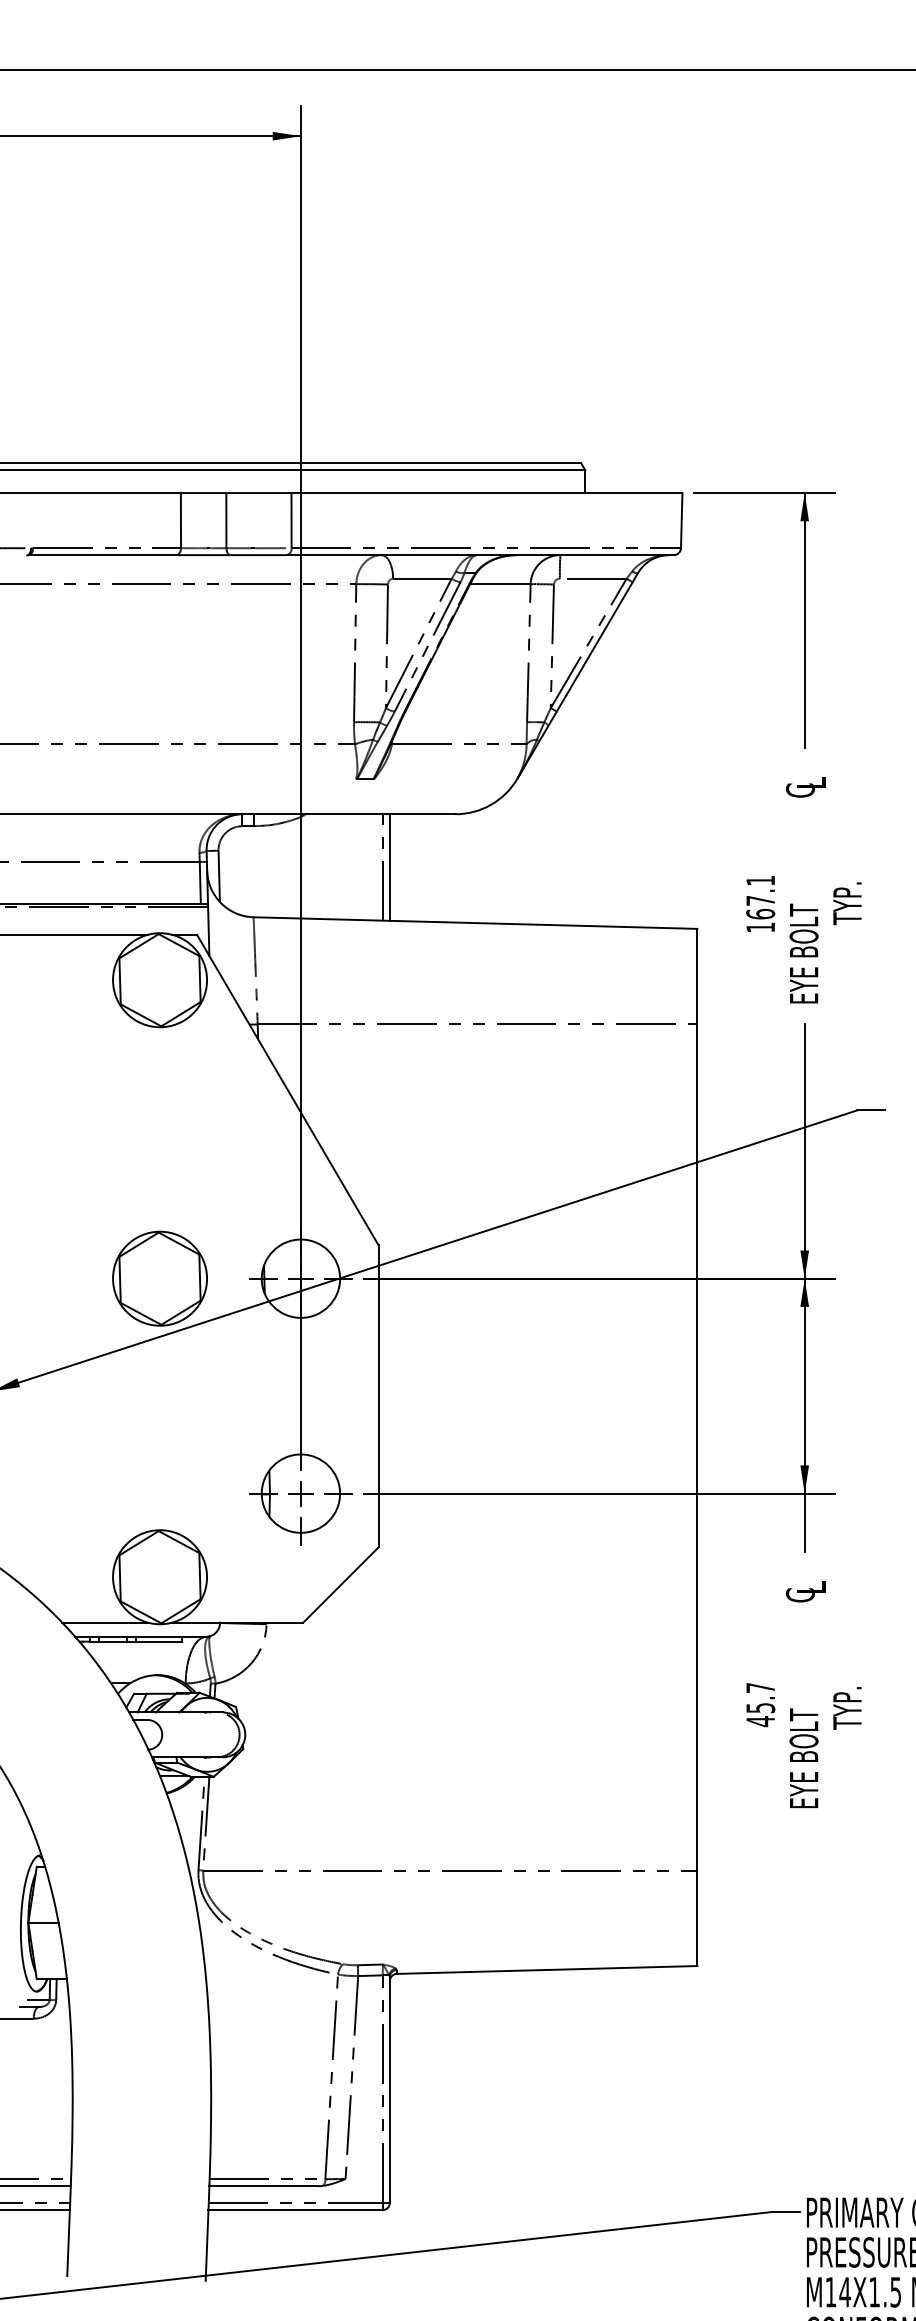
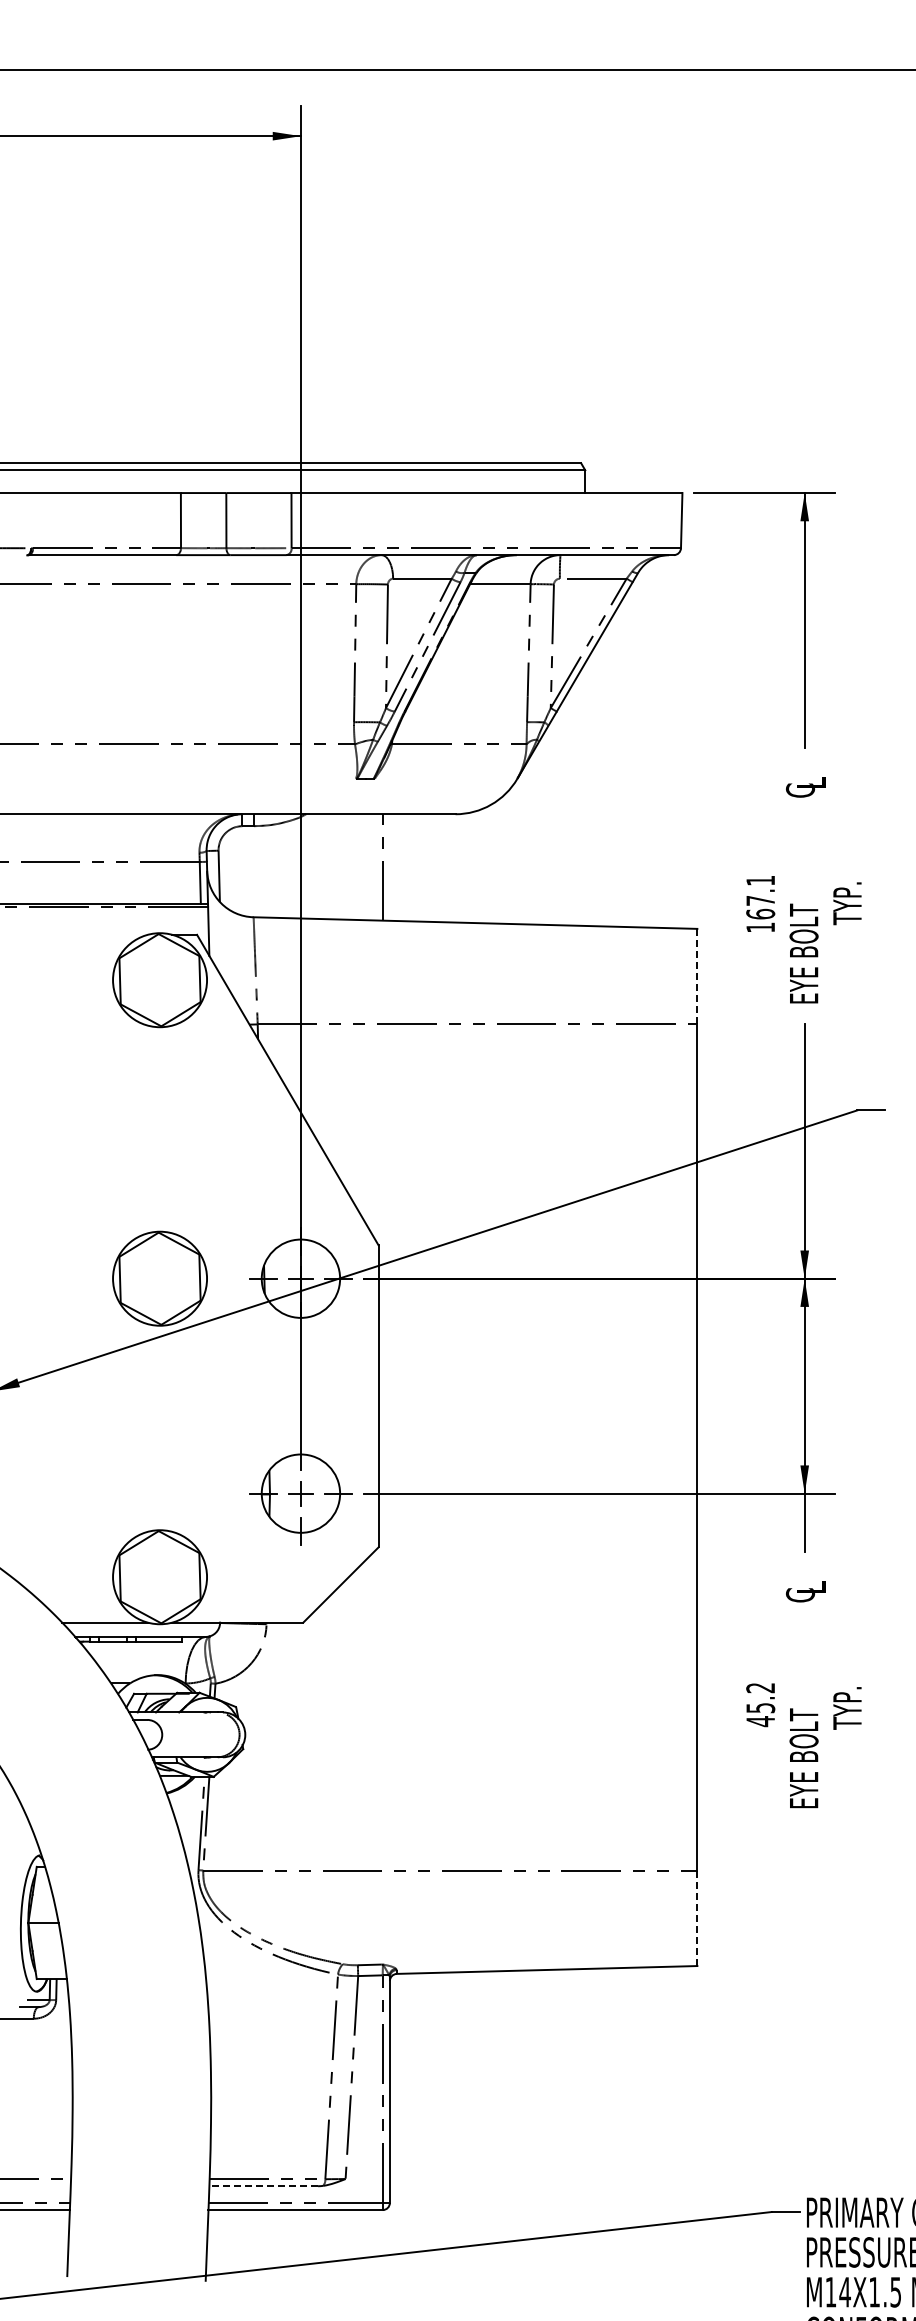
line at (389, 867): present -> none
line at (74, 934): present -> none
line at (697, 976): solid -> dashed
text at (760, 1688): 45.7 -> 45.2
line at (697, 1918): solid -> dashed
line at (36, 2186): present -> none
line at (263, 2186): solid -> dashed
